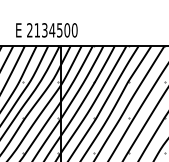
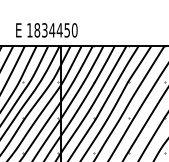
text at (48, 30): 2134500 -> 1834450
